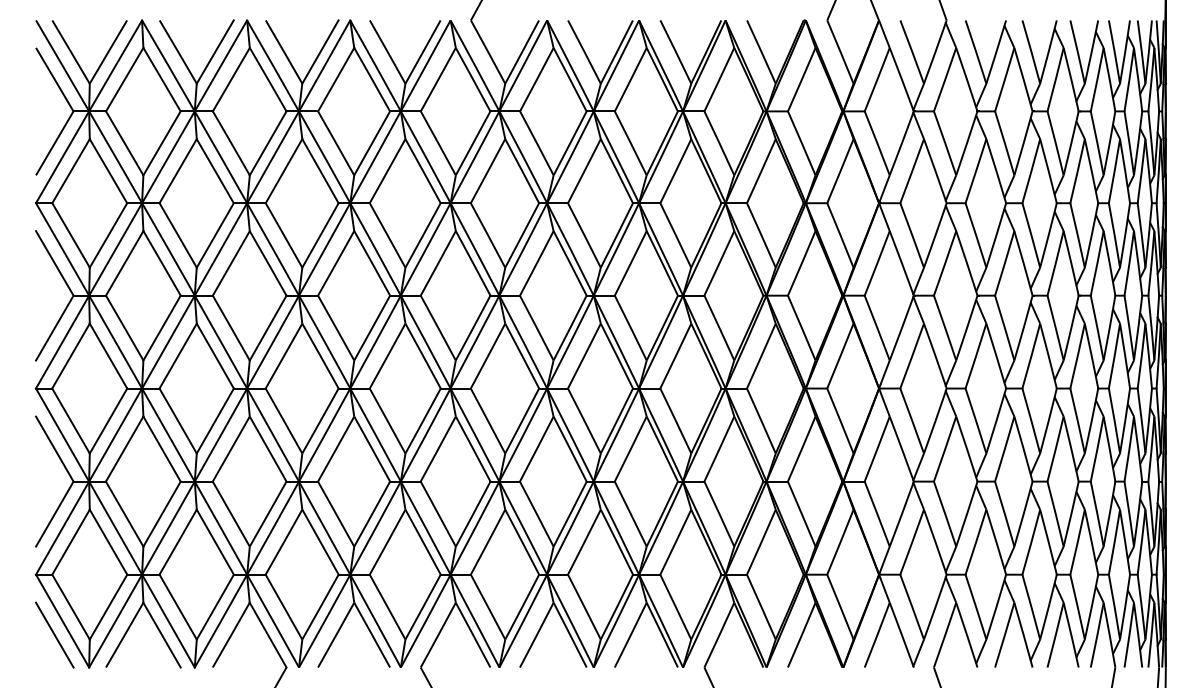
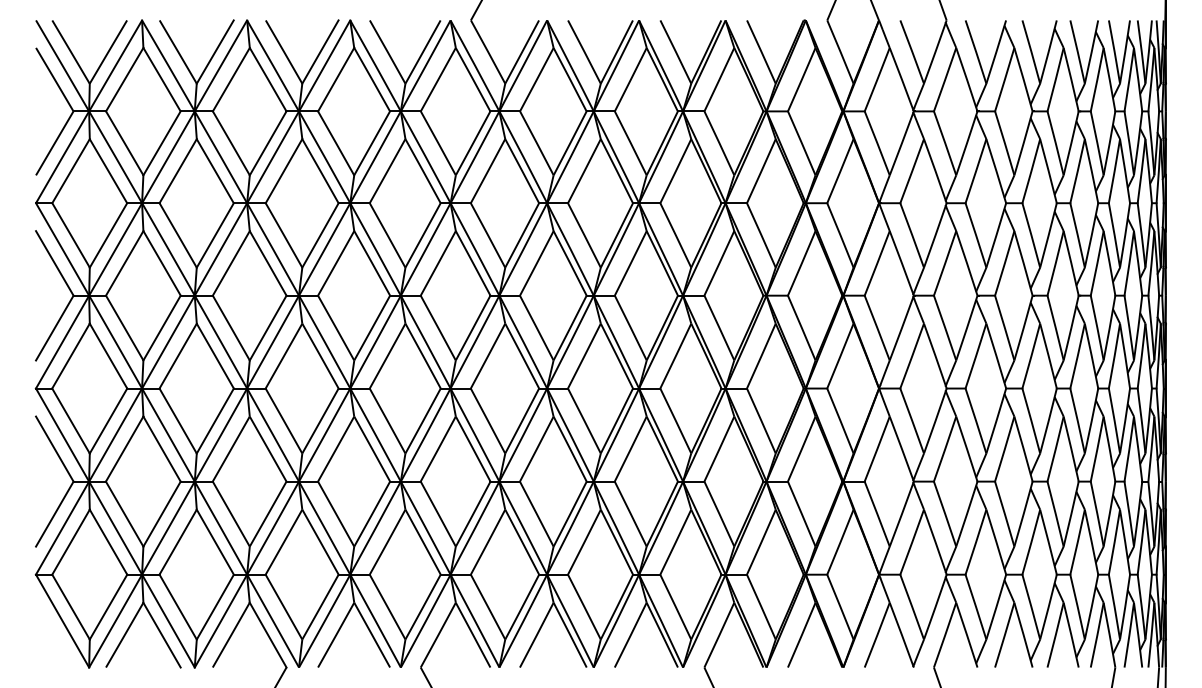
line at (54, 634): present -> none
